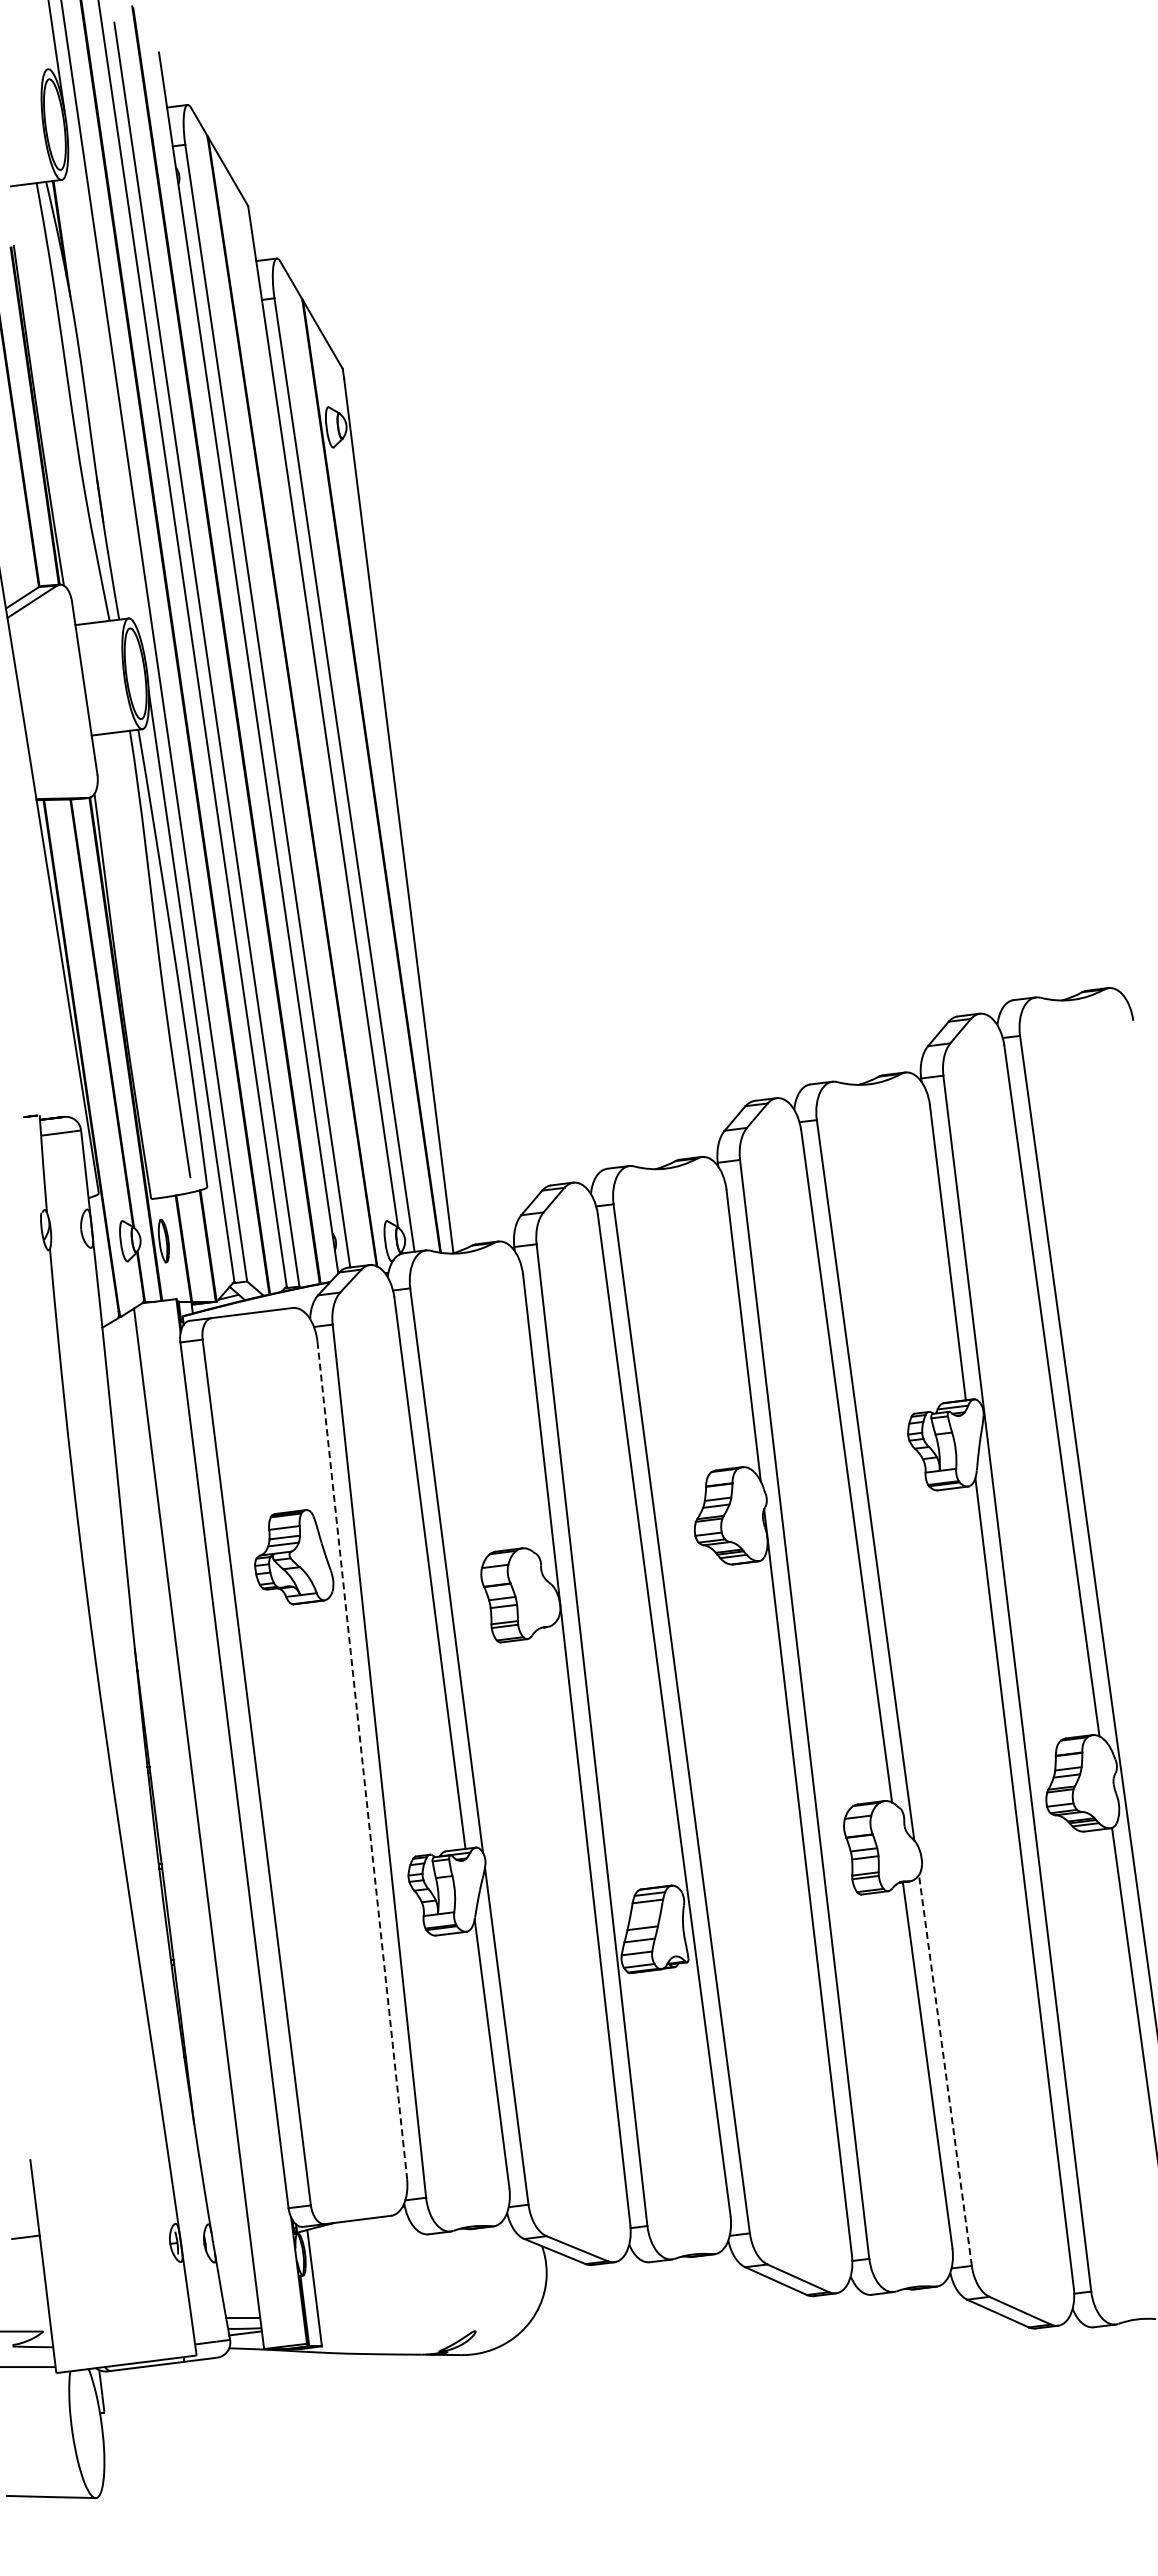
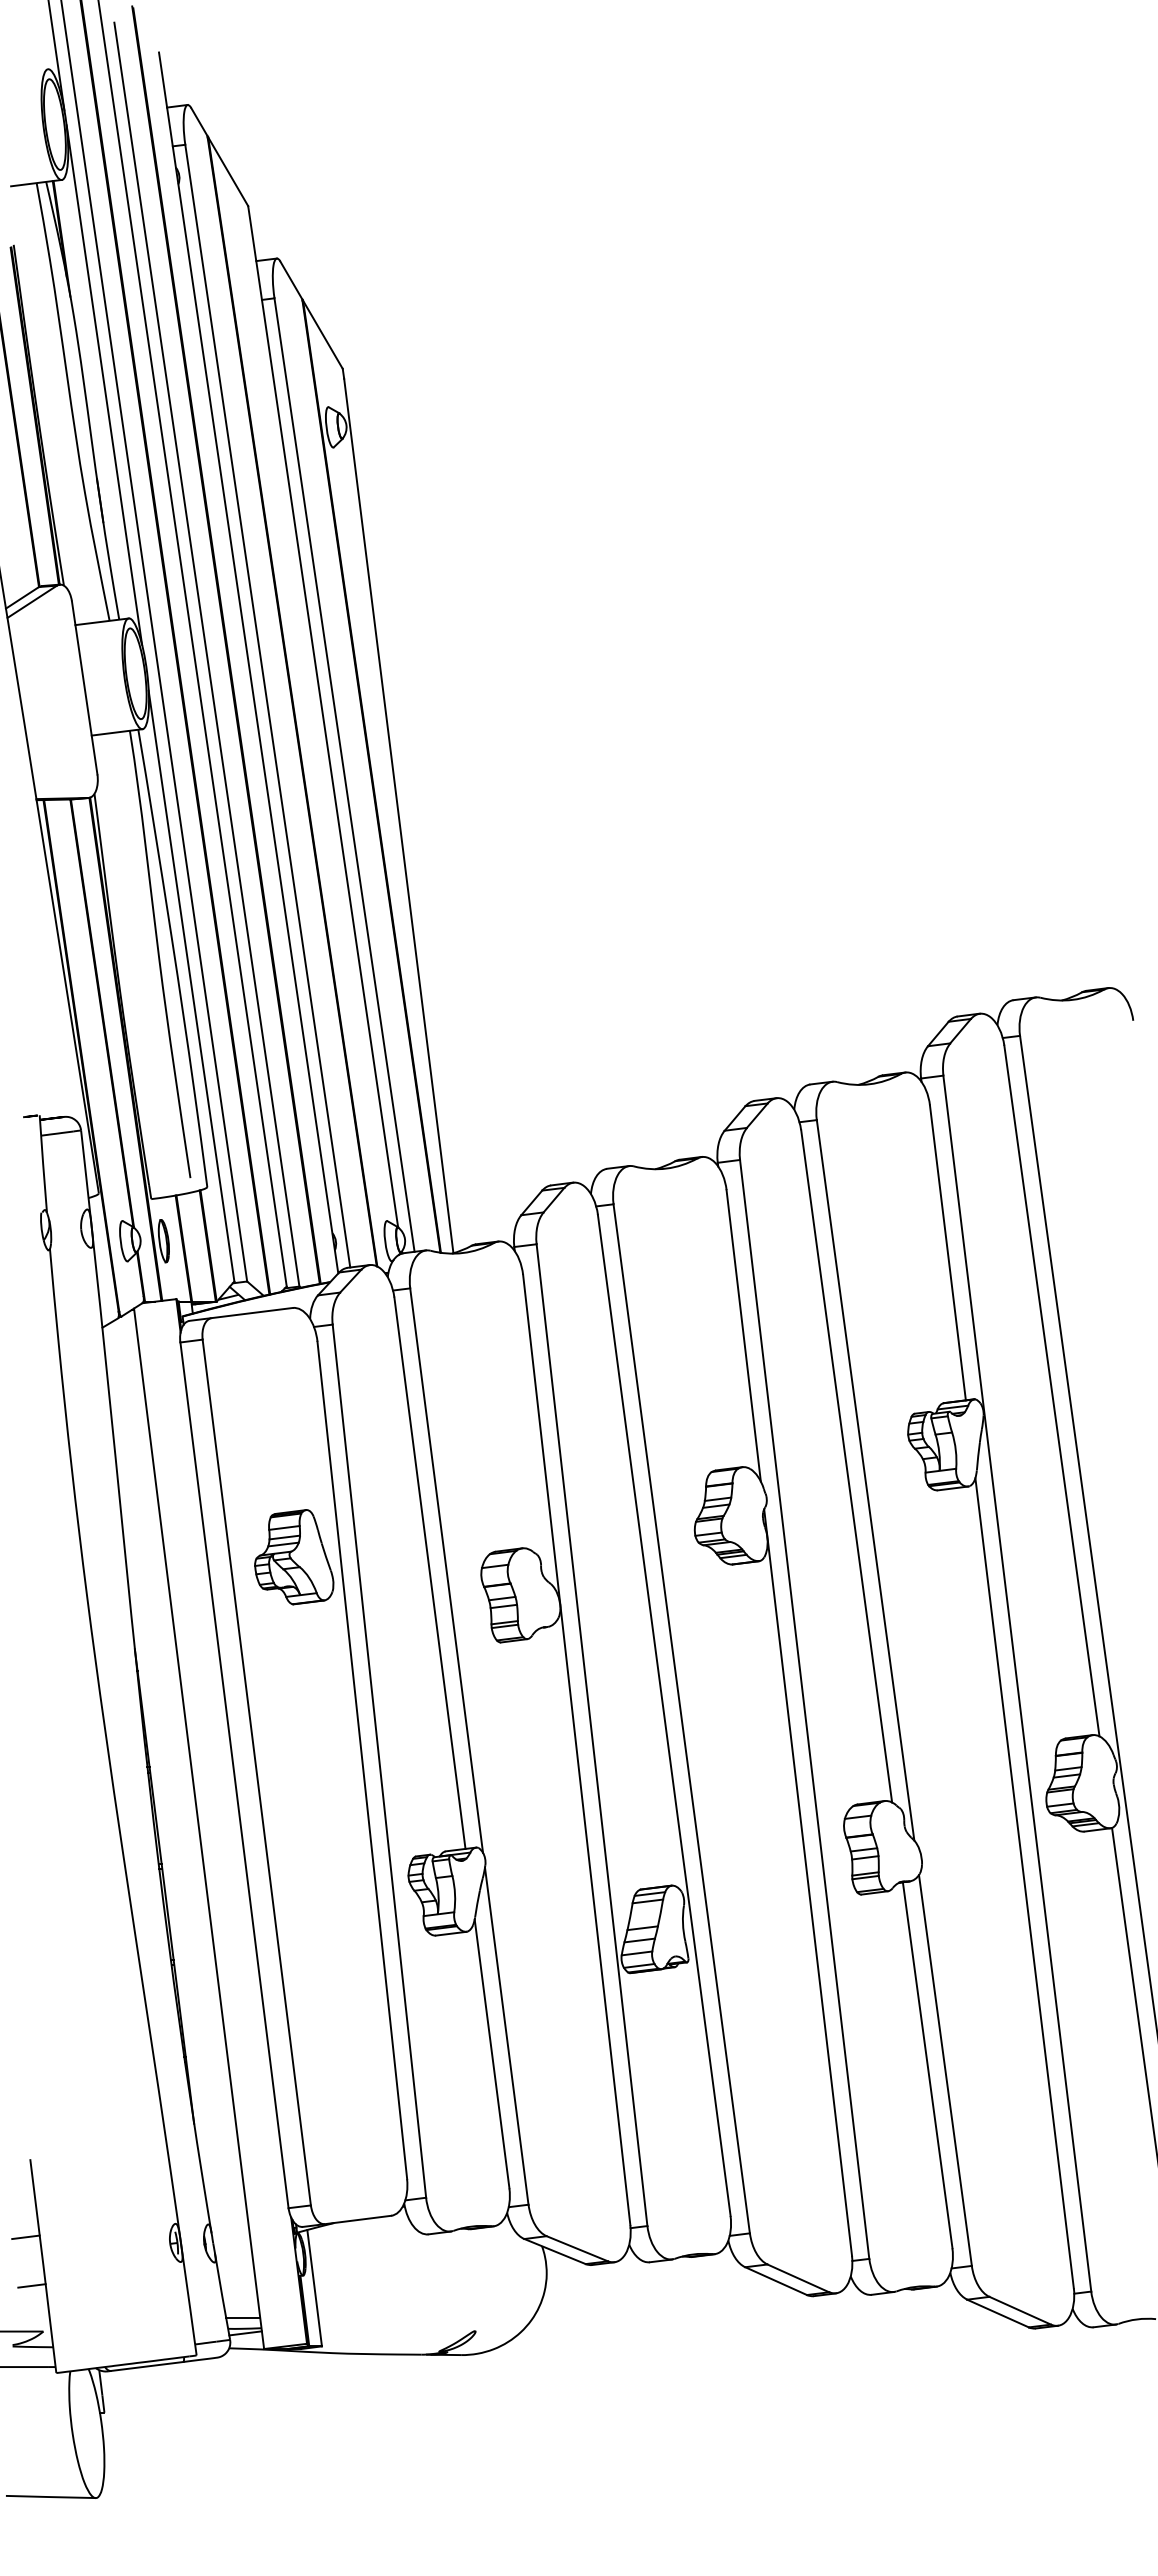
line at (104, 384): none -> present
line at (362, 1760): dashed -> solid
line at (945, 2070): dashed -> solid
line at (31, 2285): none -> present
